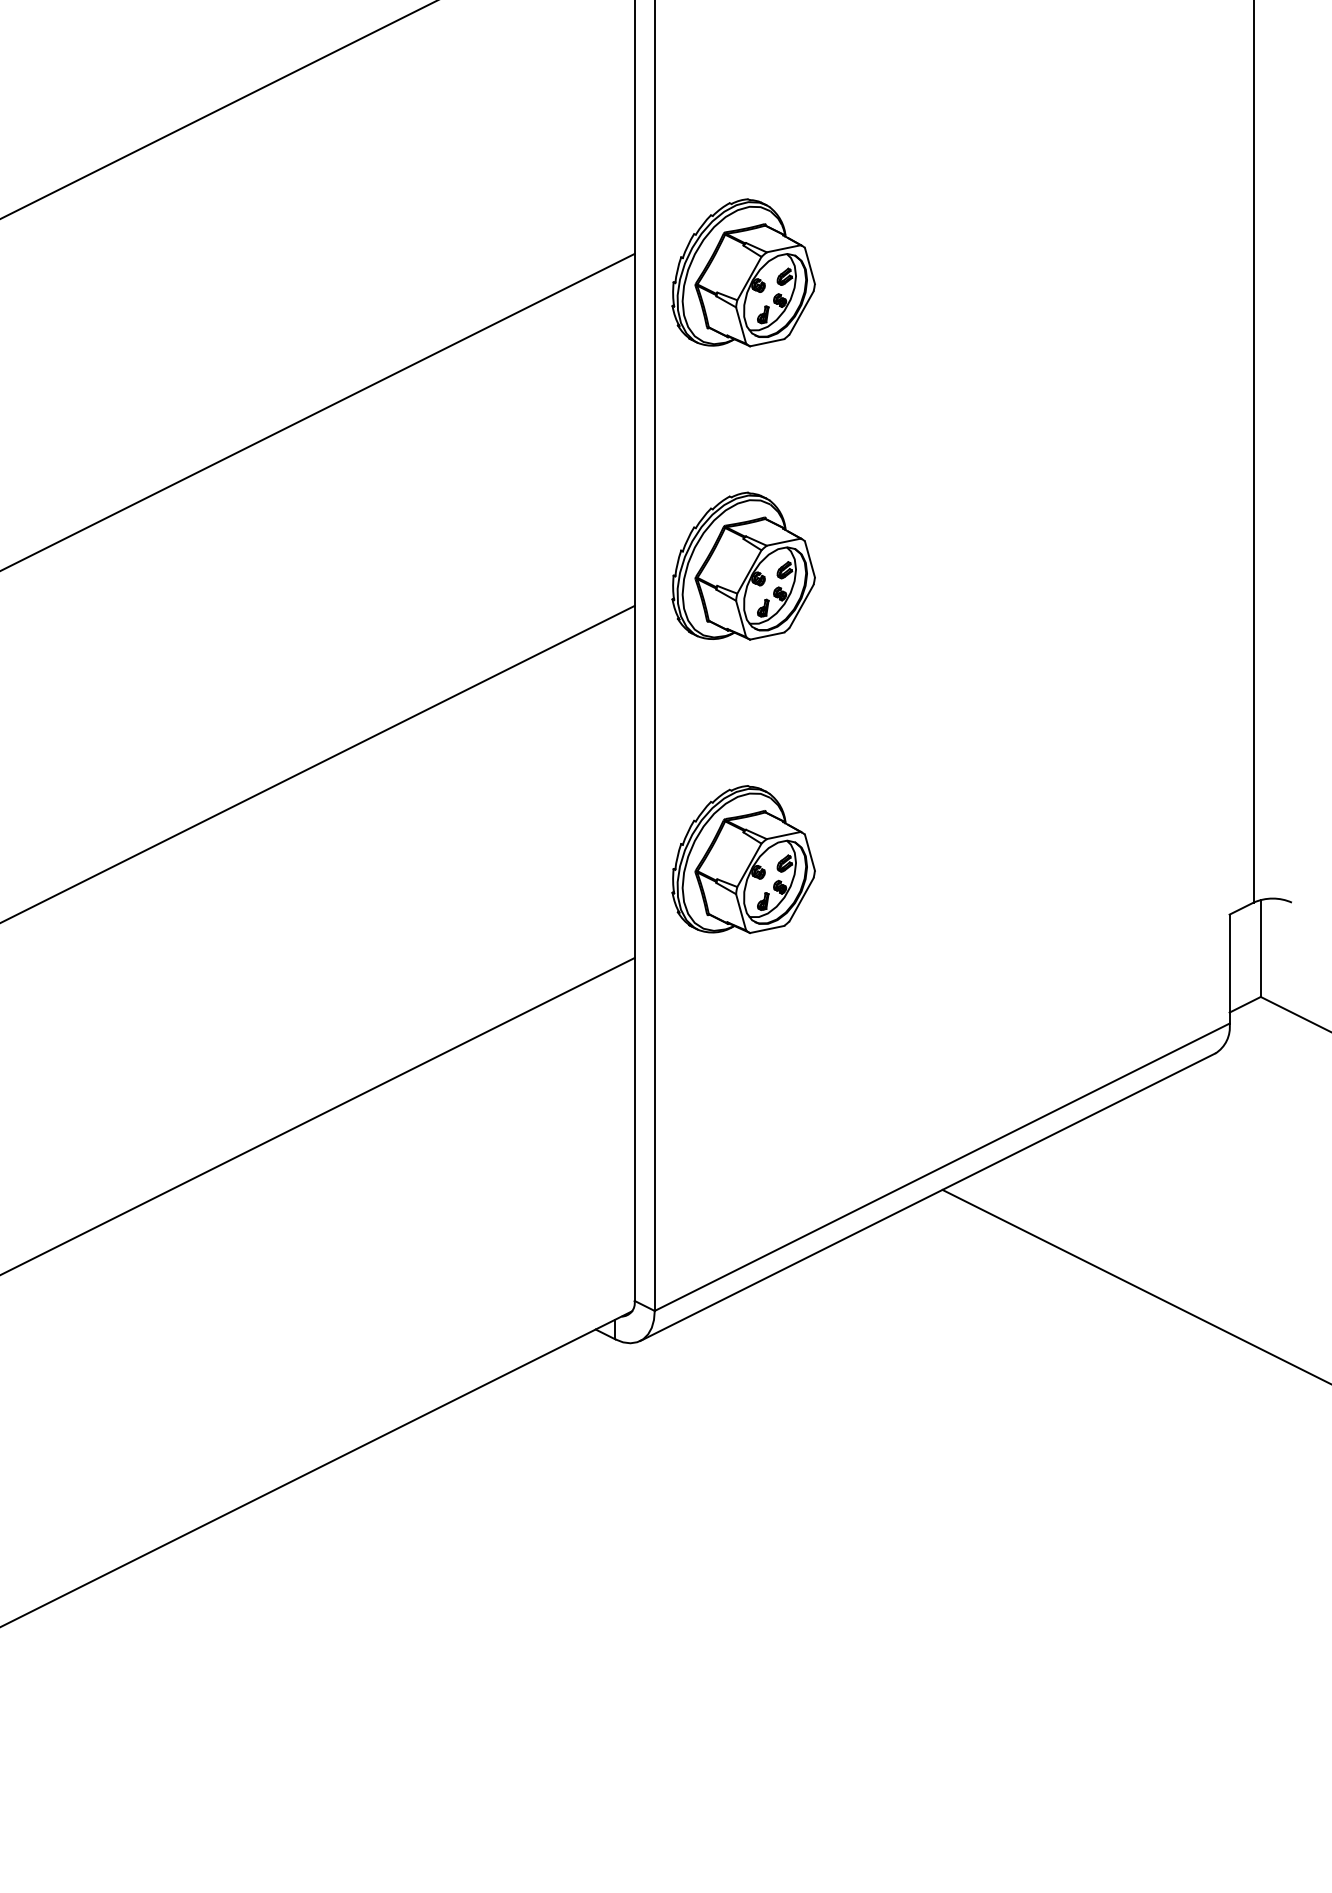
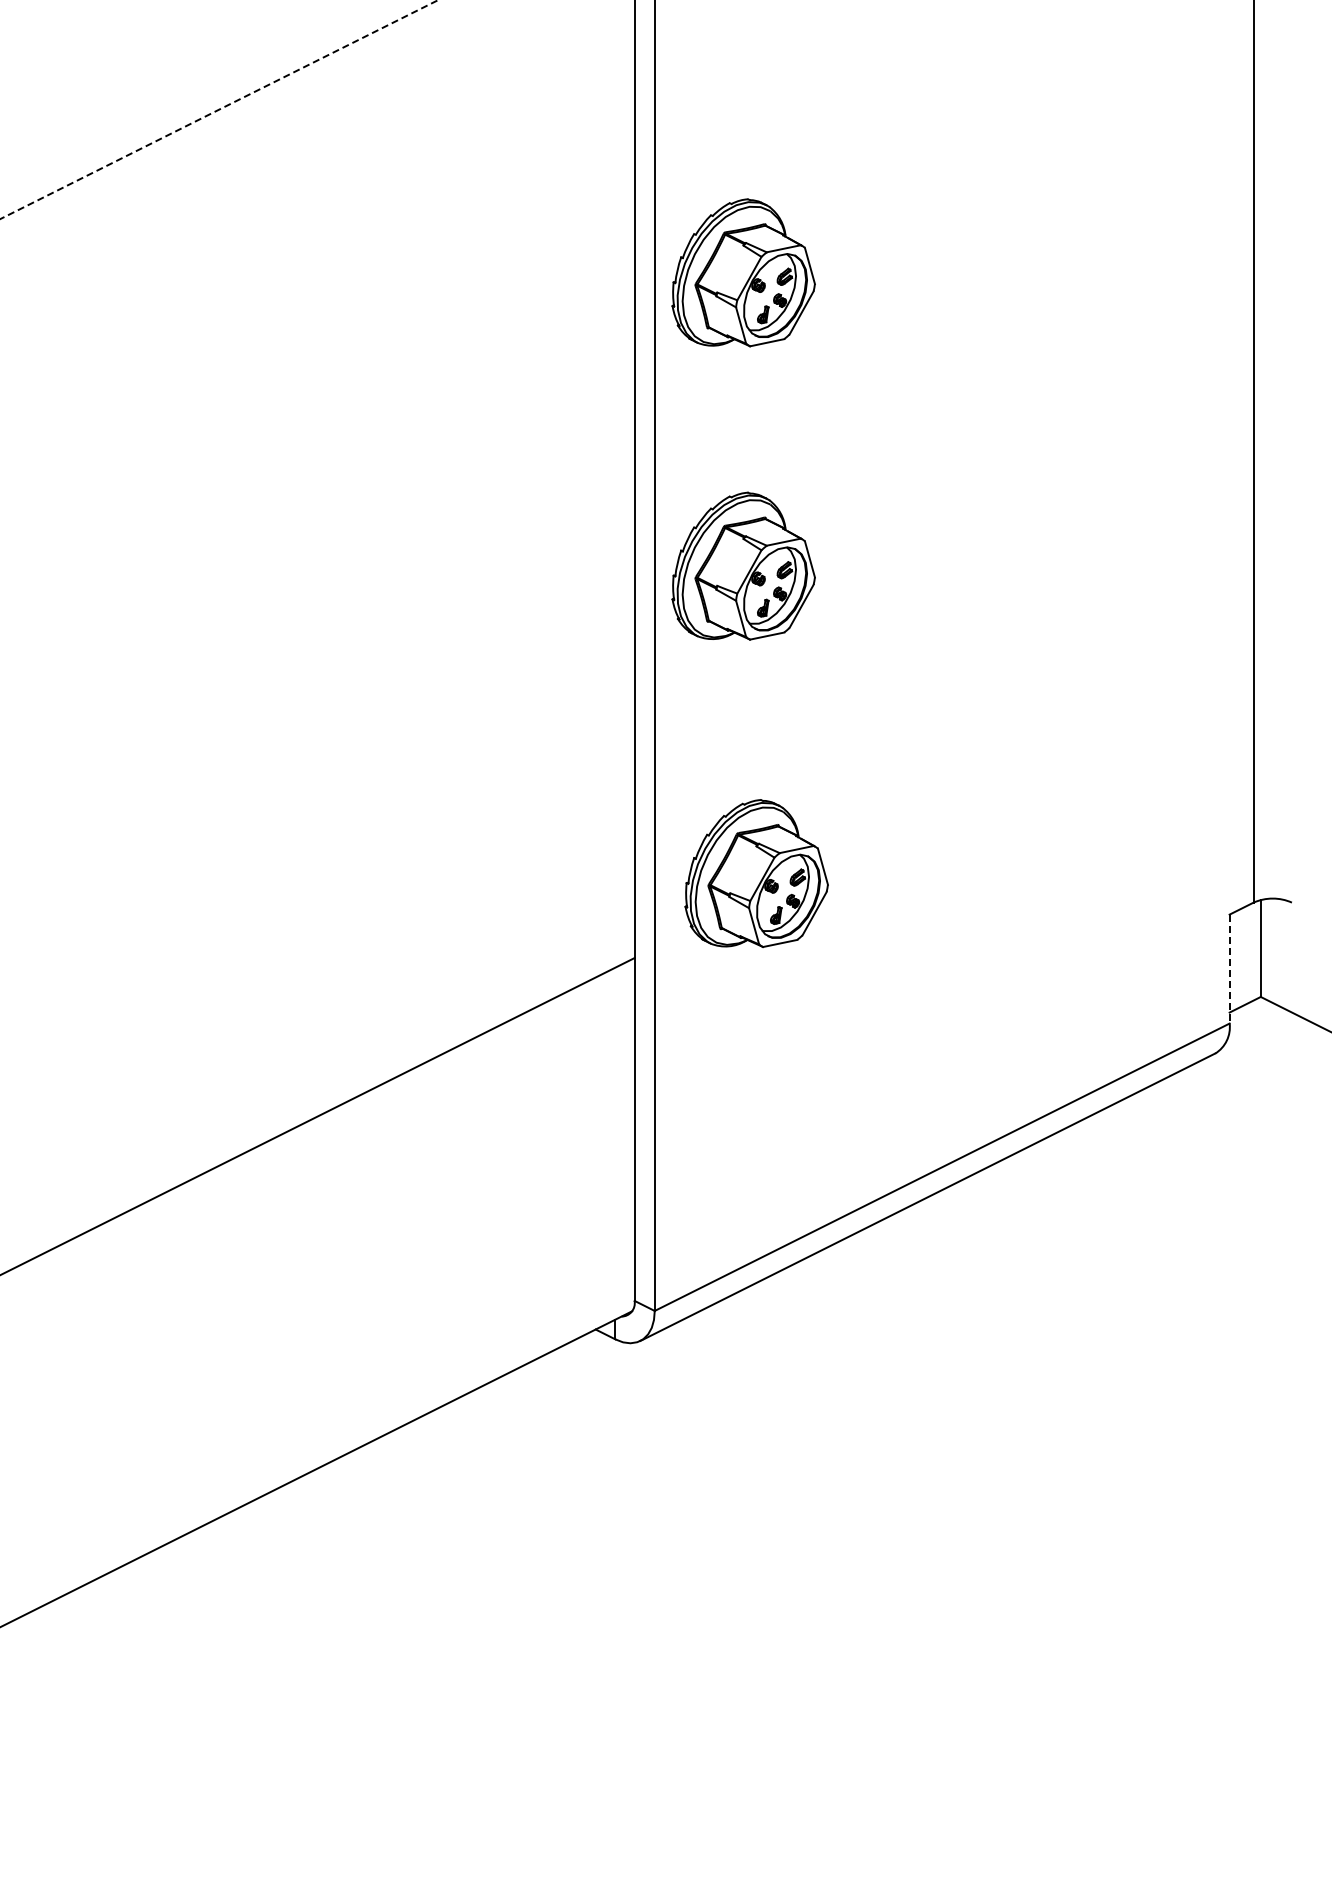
line at (219, 109): solid -> dashed
line at (318, 411): present -> none
line at (318, 763): present -> none
part at (743, 859) position: (743, 859) -> (756, 873)
line at (1229, 969): solid -> dashed
line at (1135, 1285): present -> none
